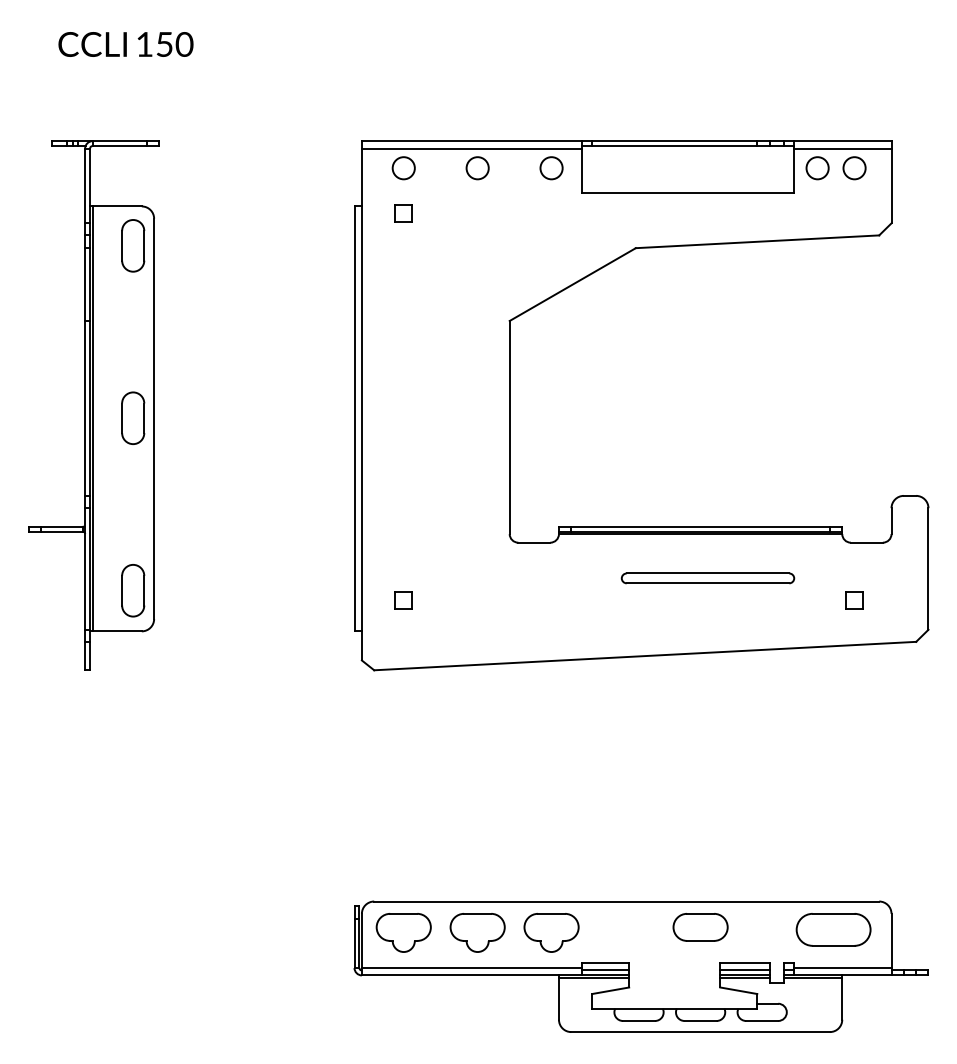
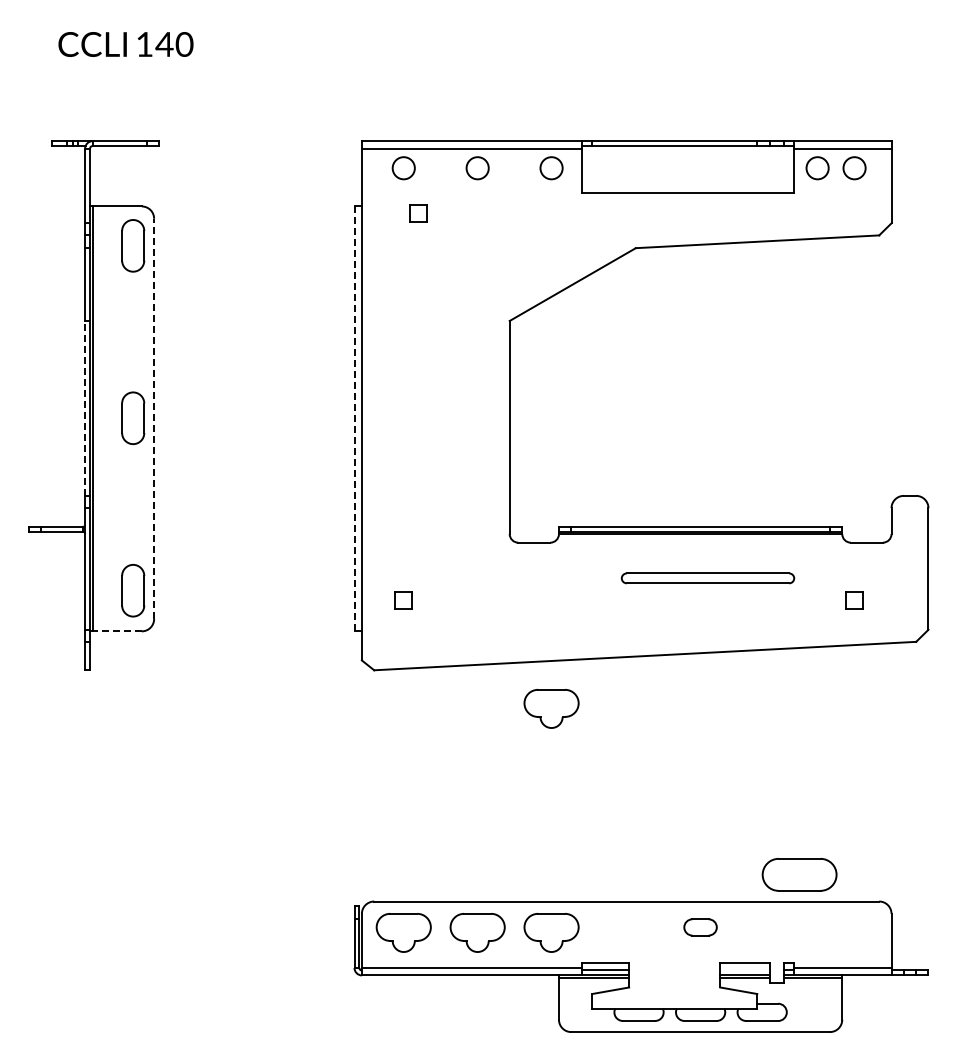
text at (164, 44): 150 -> 140
part at (403, 213) position: (403, 213) -> (418, 213)
line at (85, 407): solid -> dashed
line at (154, 418): solid -> dashed
line at (354, 418): solid -> dashed
line at (117, 631): solid -> dashed
part at (551, 708): none -> present
part at (700, 927) size: 57x29 px -> 35x19 px
part at (833, 929) position: (833, 929) -> (799, 874)
line at (744, 970): present -> none
